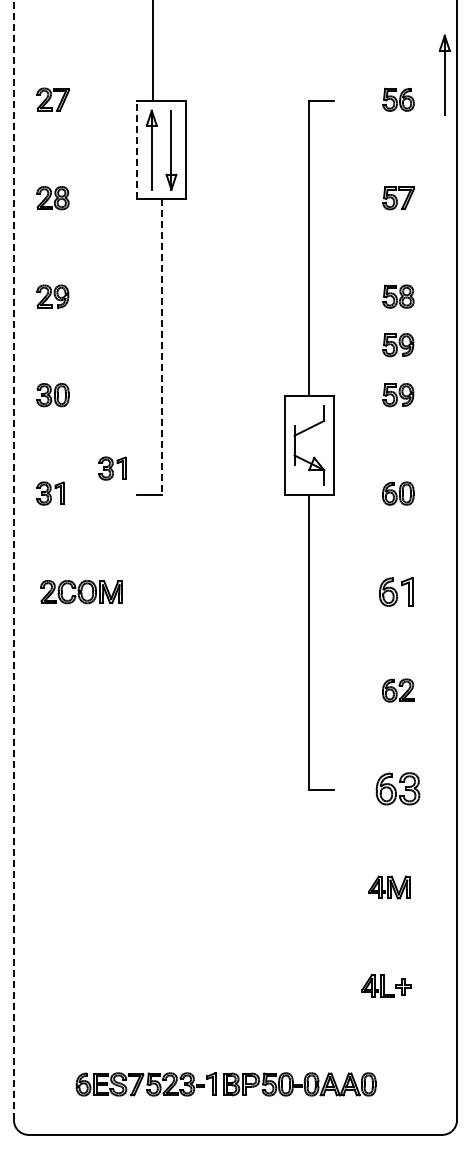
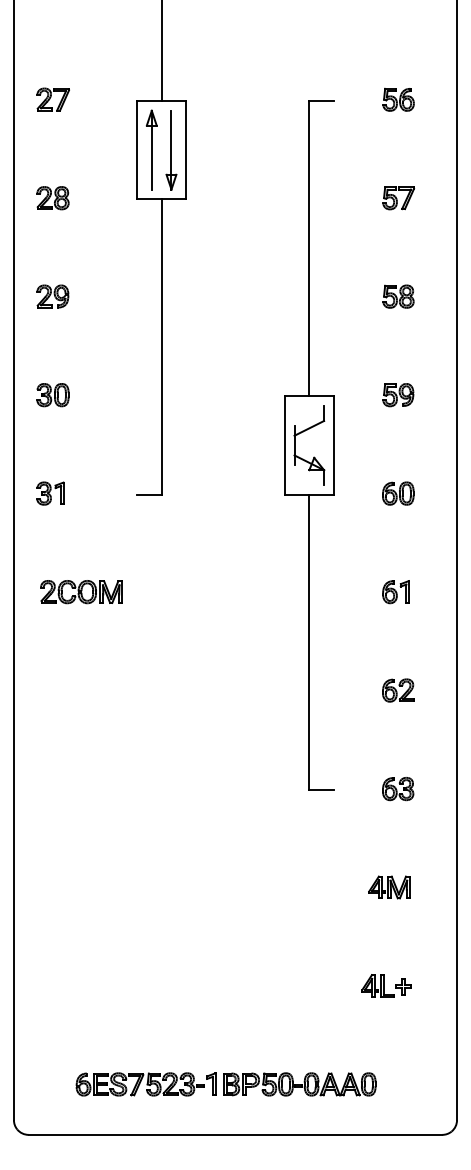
line at (152, 51) position: (152, 51) -> (161, 51)
part at (444, 74): present -> none
line at (137, 149): dashed -> solid
part at (398, 345): present -> none
line at (161, 347): dashed -> solid
part at (112, 468): present -> none
line at (13, 560): dashed -> solid
part at (396, 591) size: 35x30 px -> 28x25 px
part at (397, 788) size: 46x34 px -> 33x25 px
